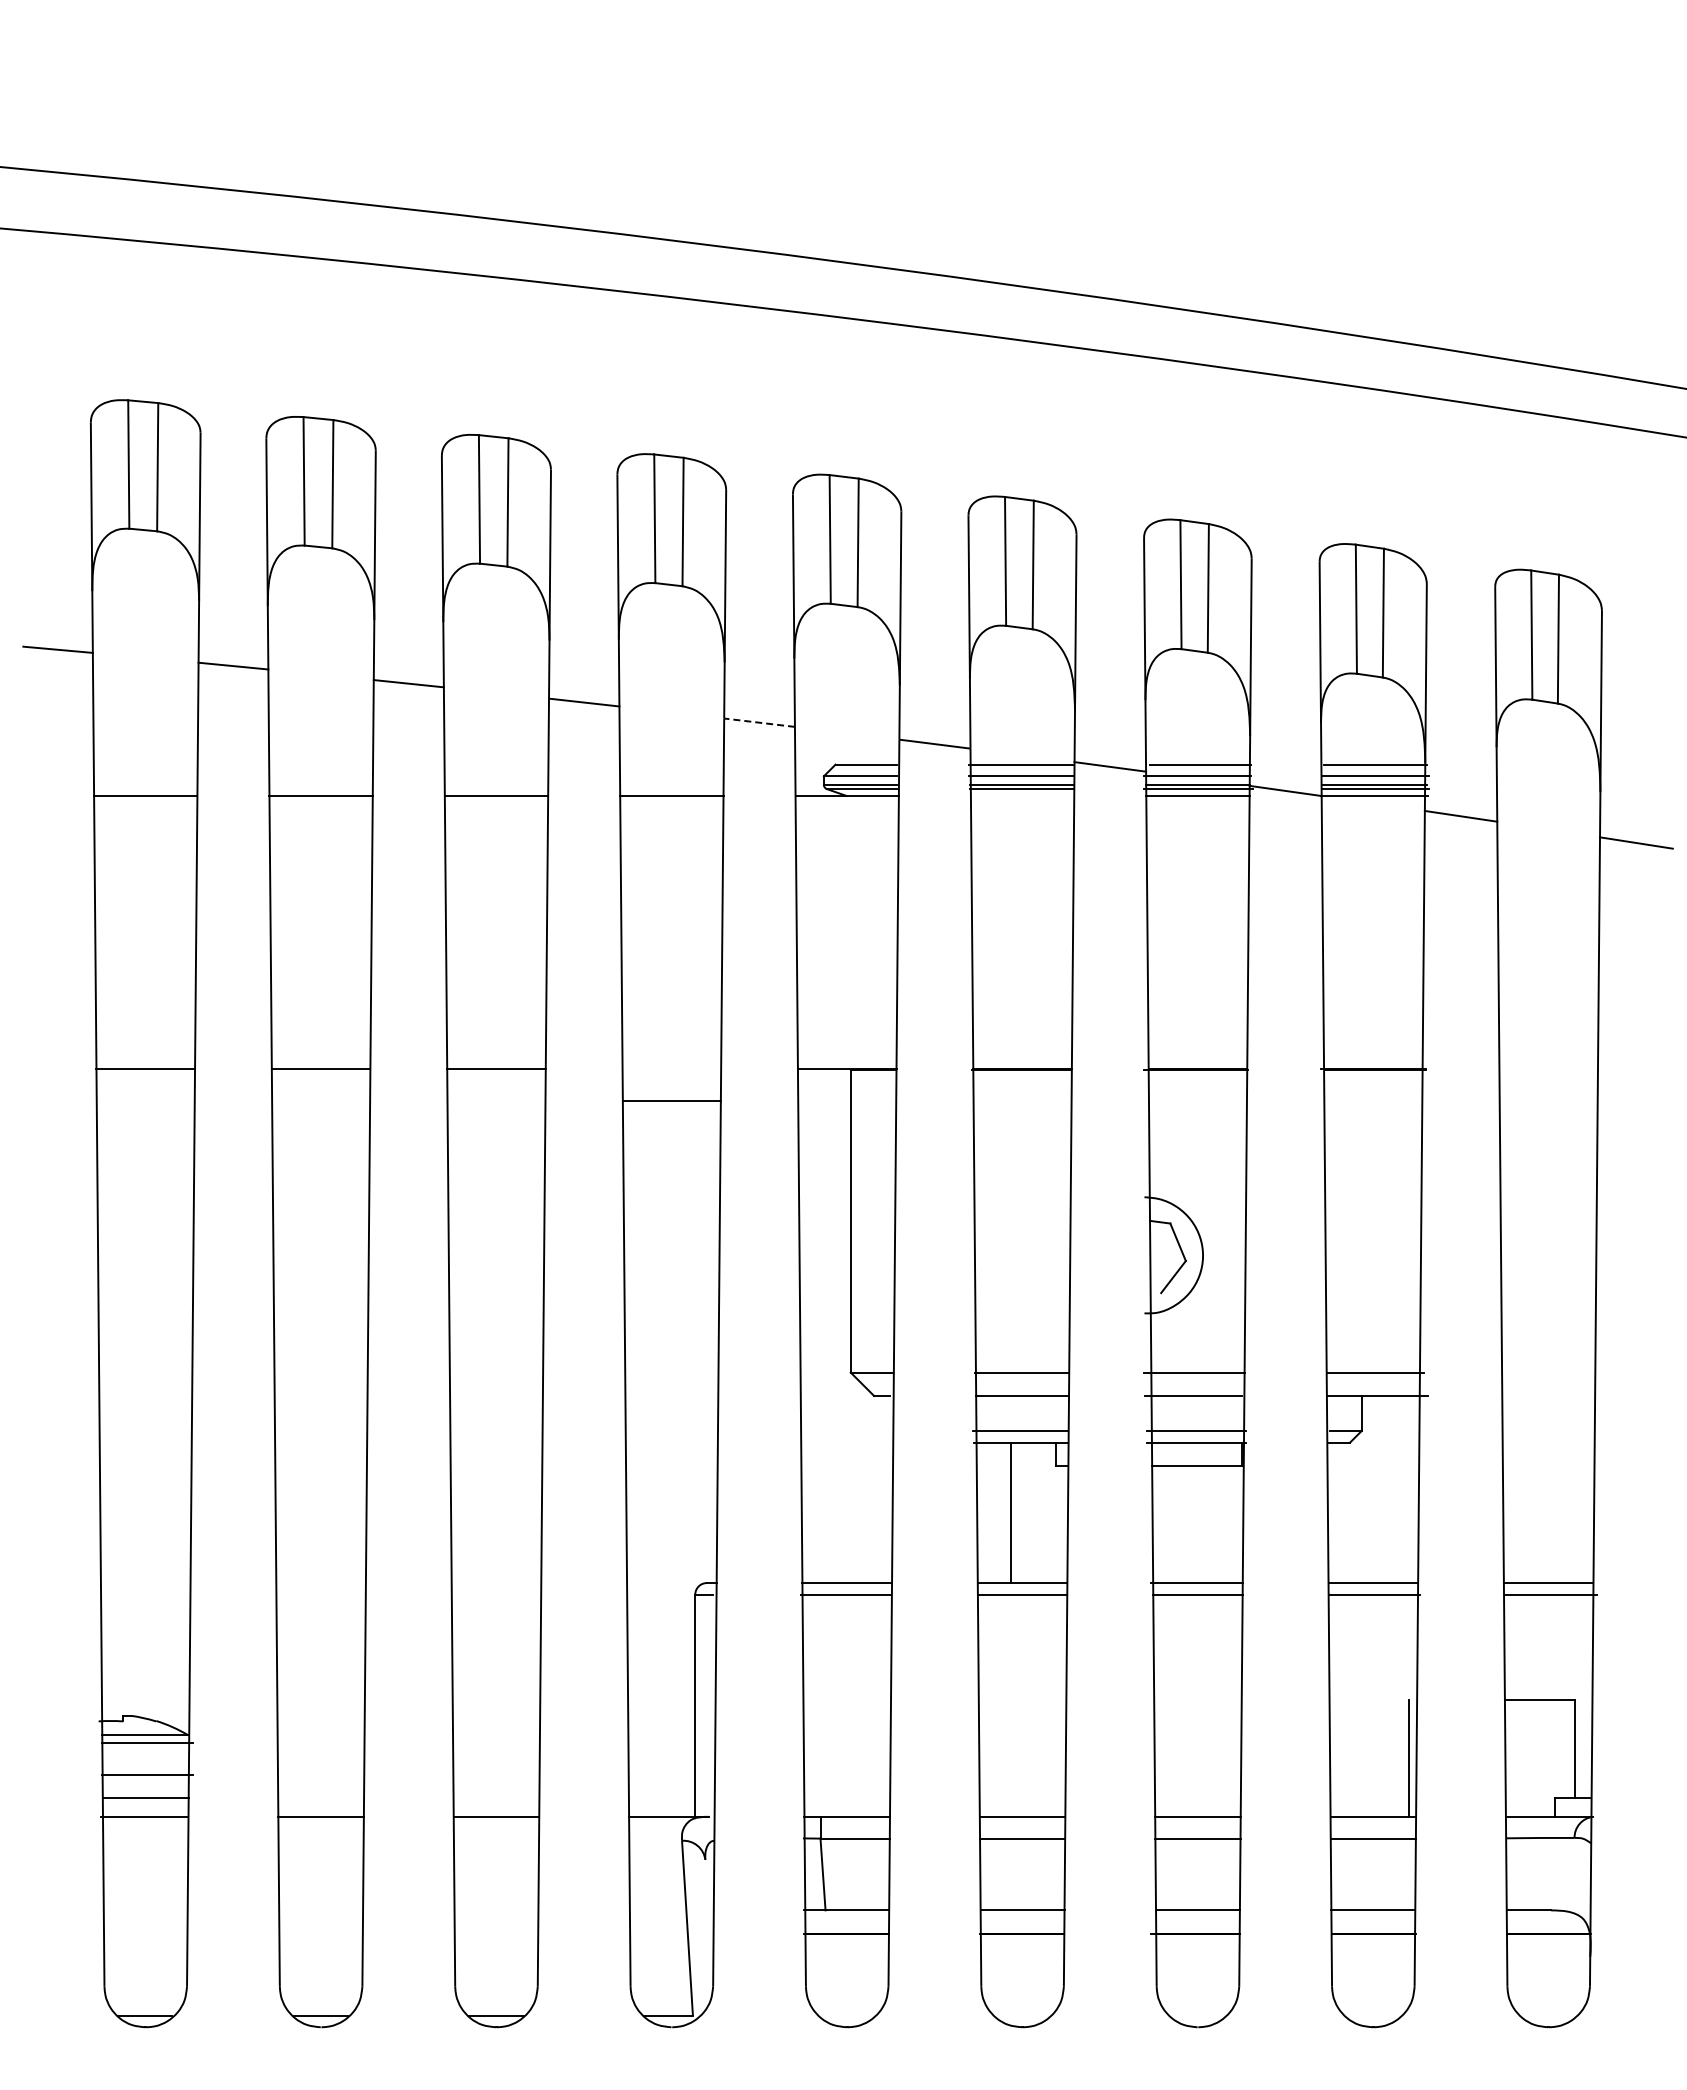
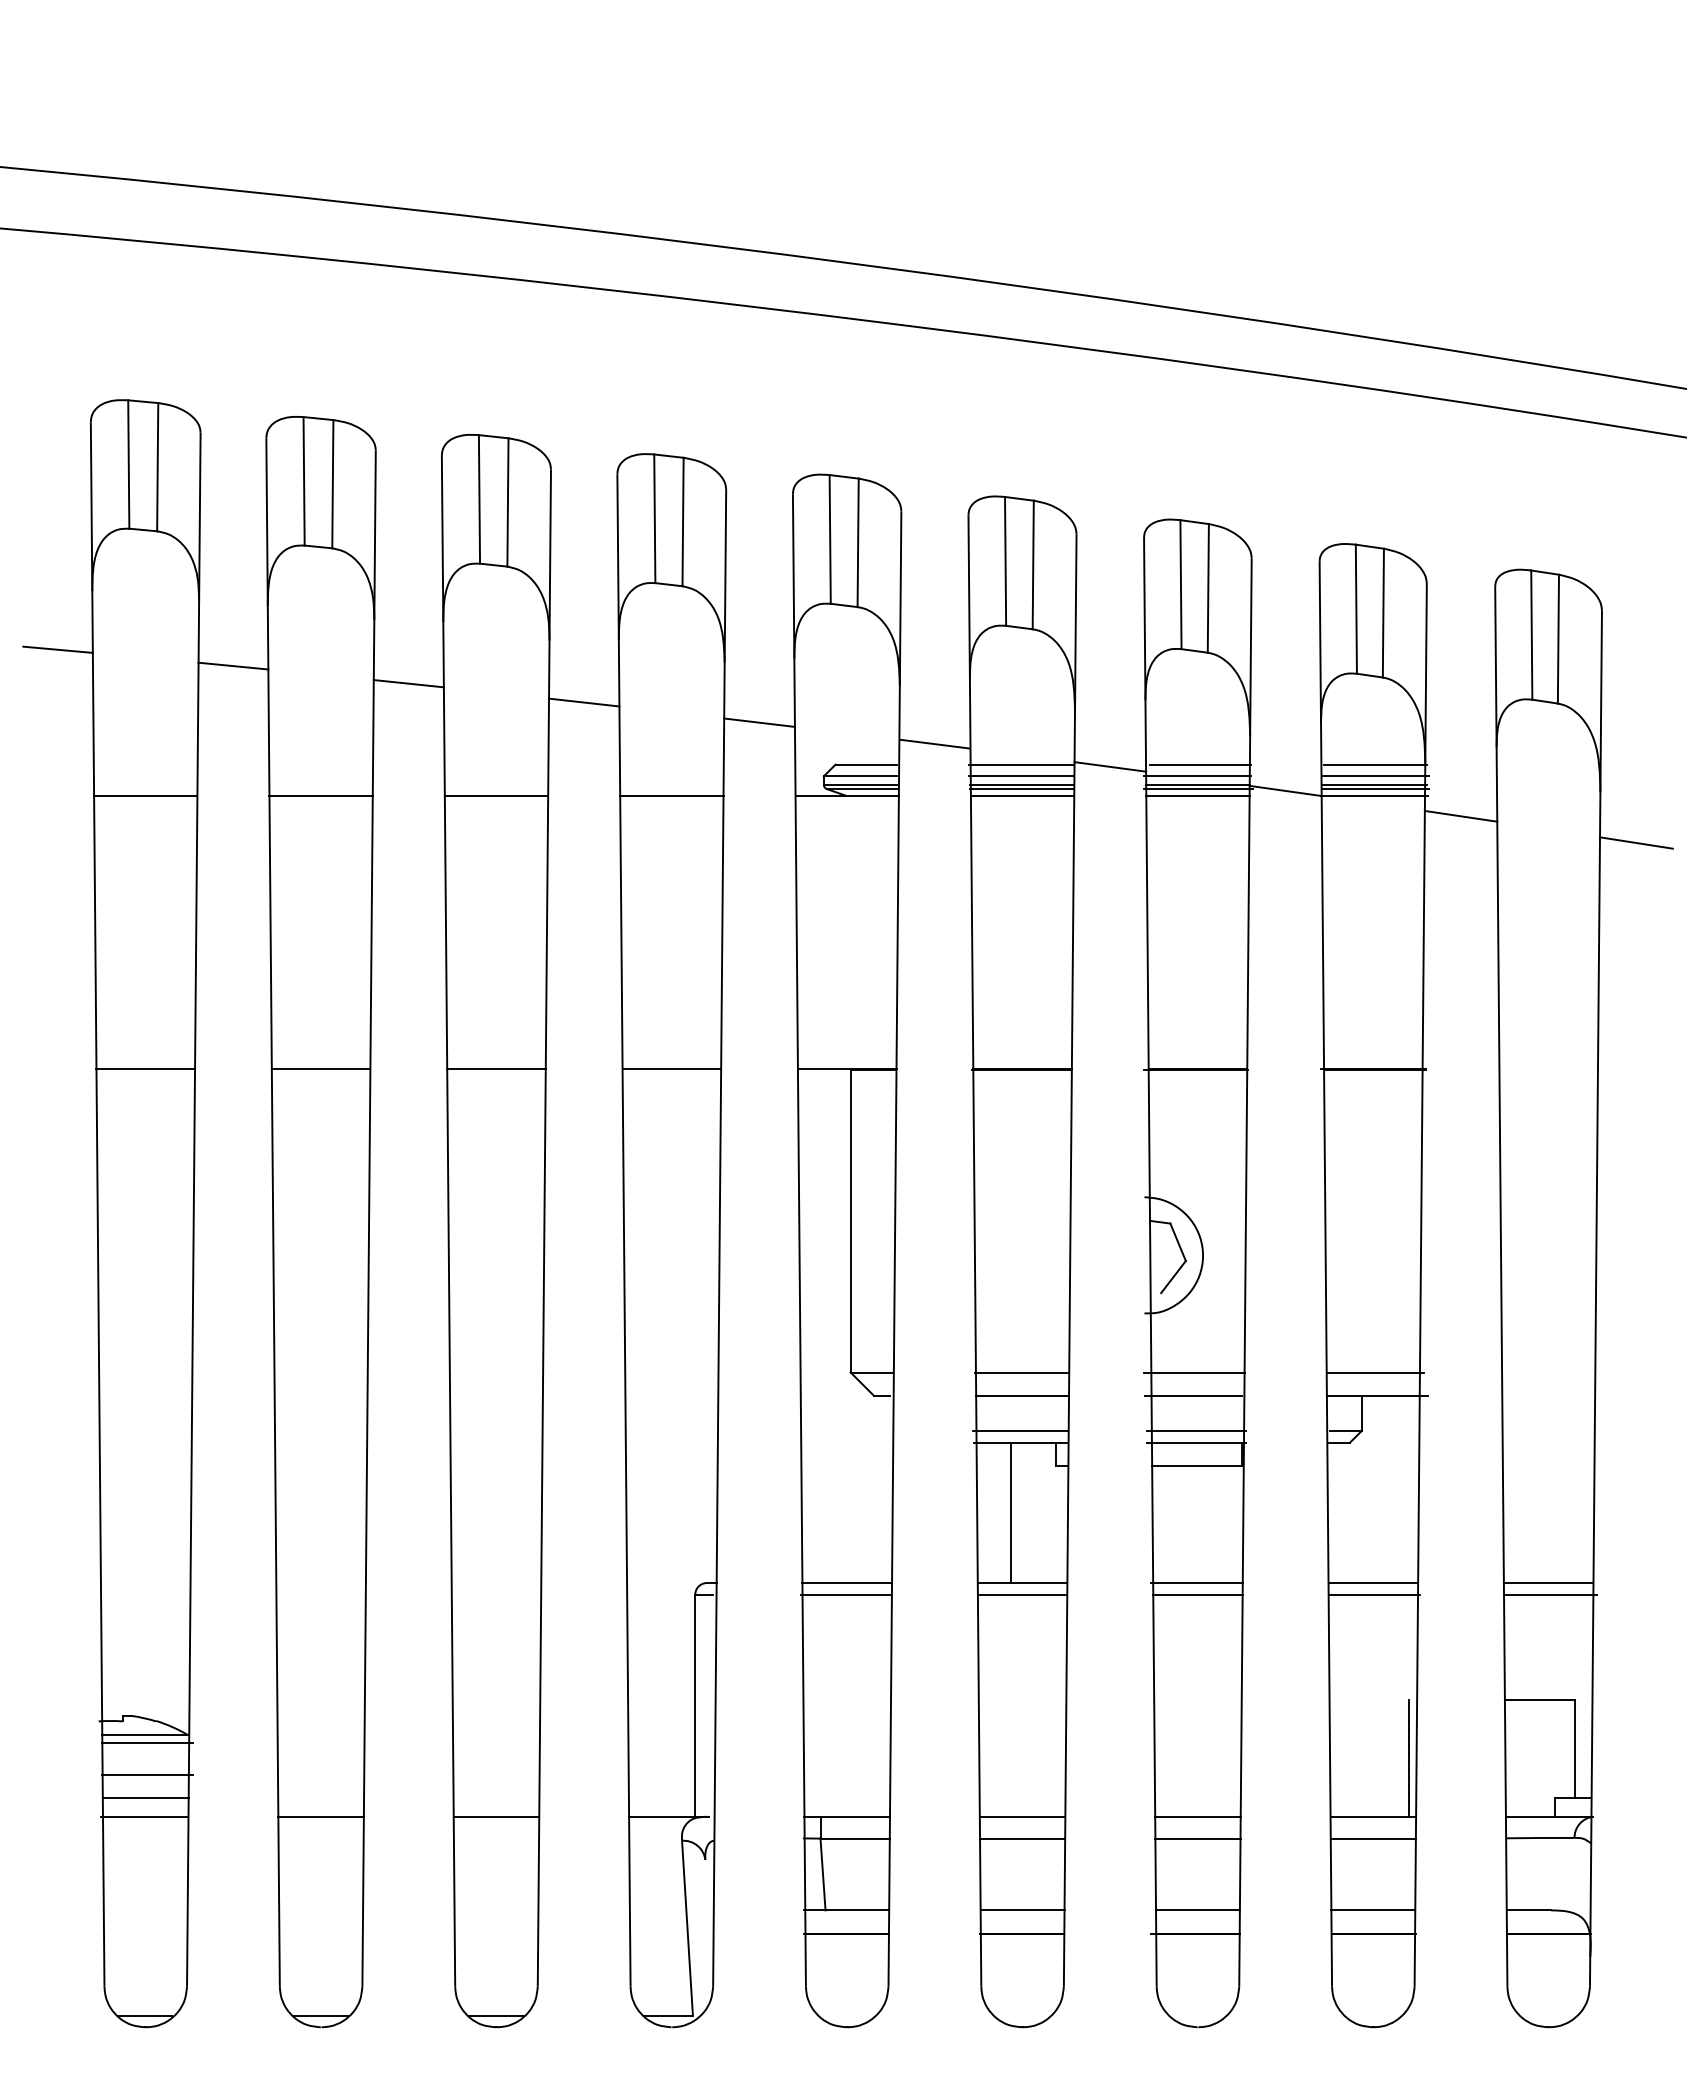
line at (759, 722): dashed -> solid
line at (1022, 795): none -> present
line at (671, 1101) position: (671, 1101) -> (671, 1069)
